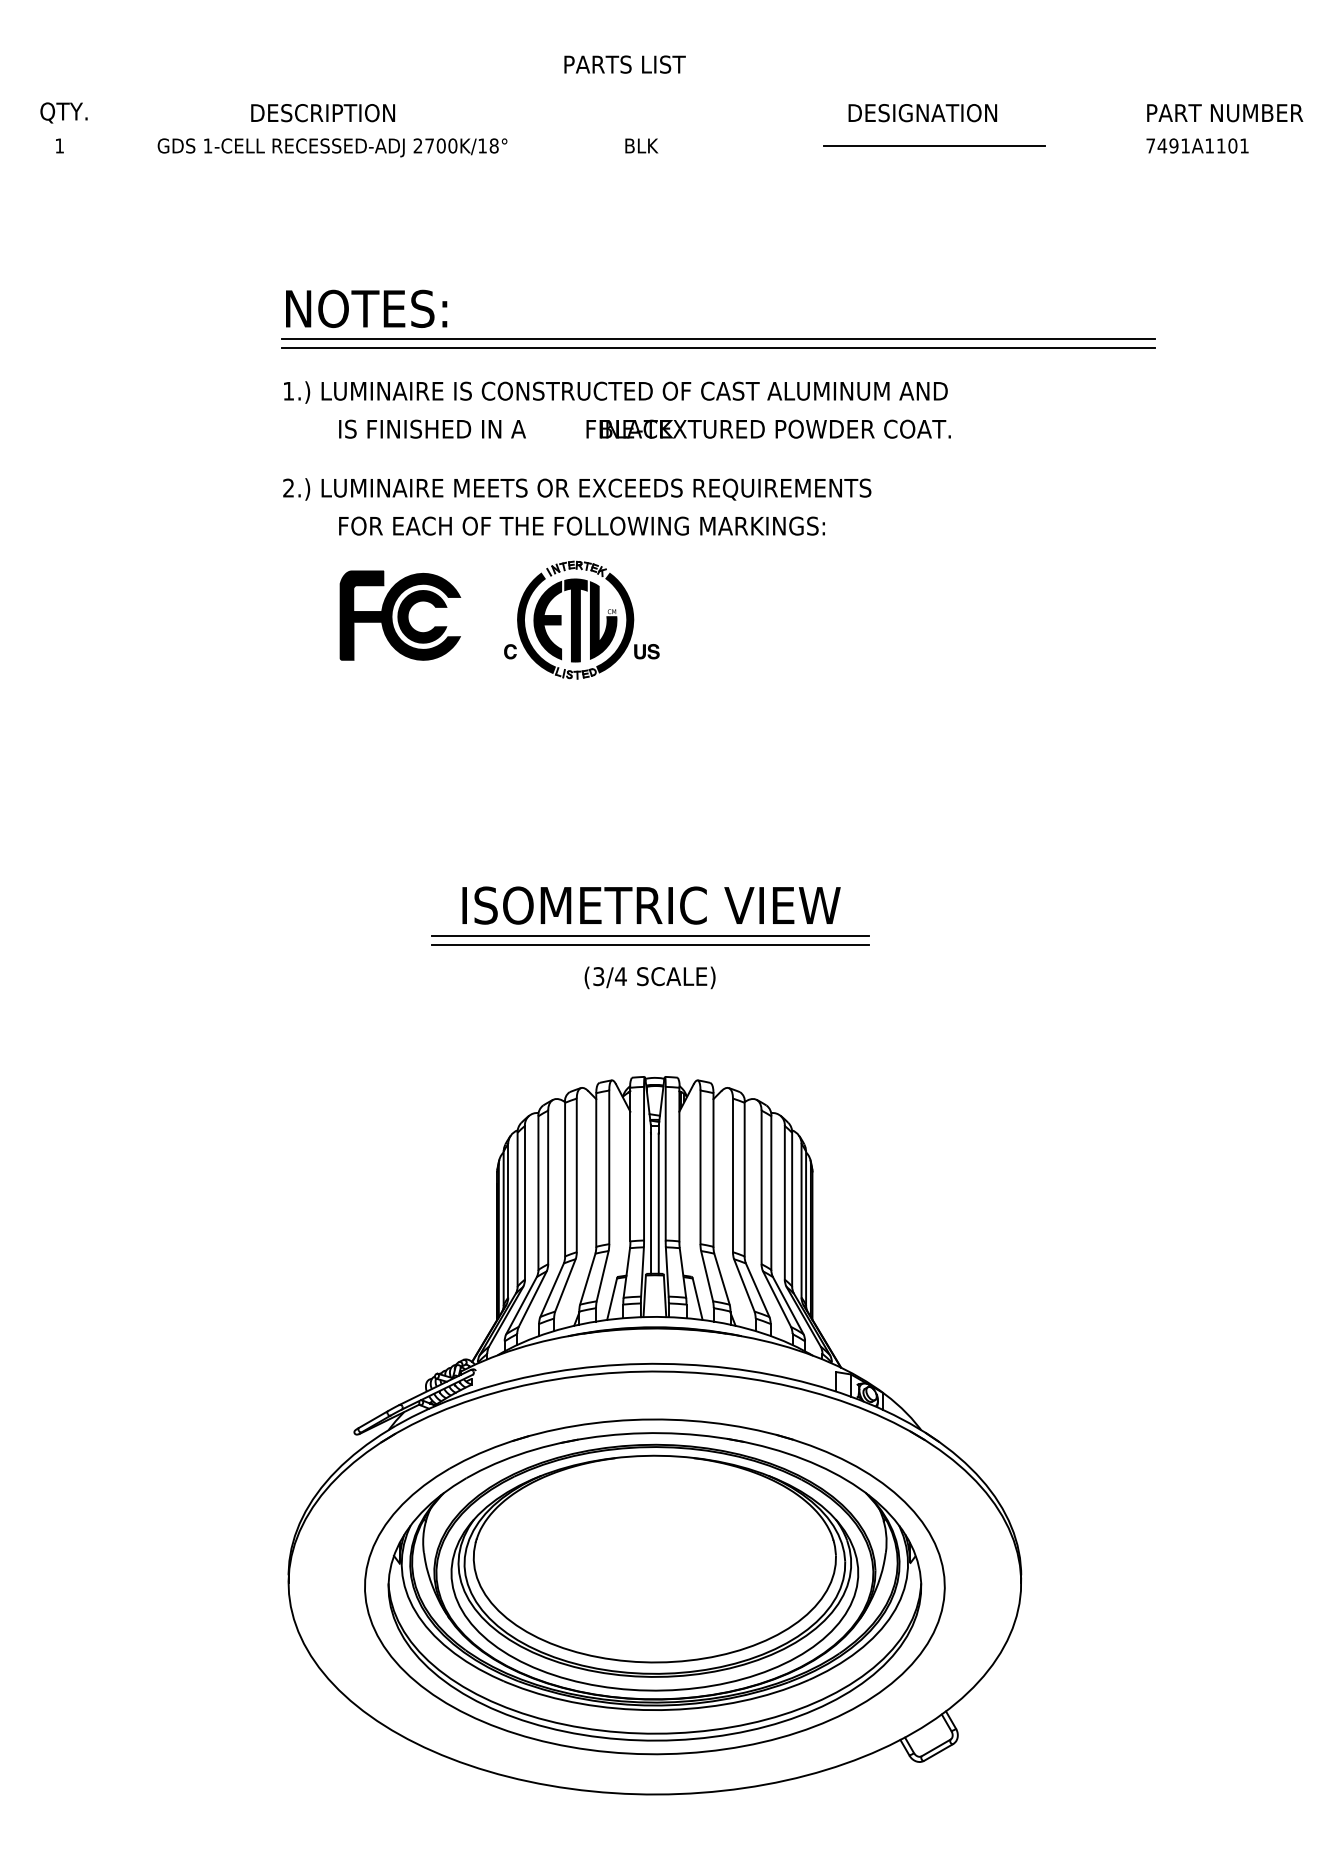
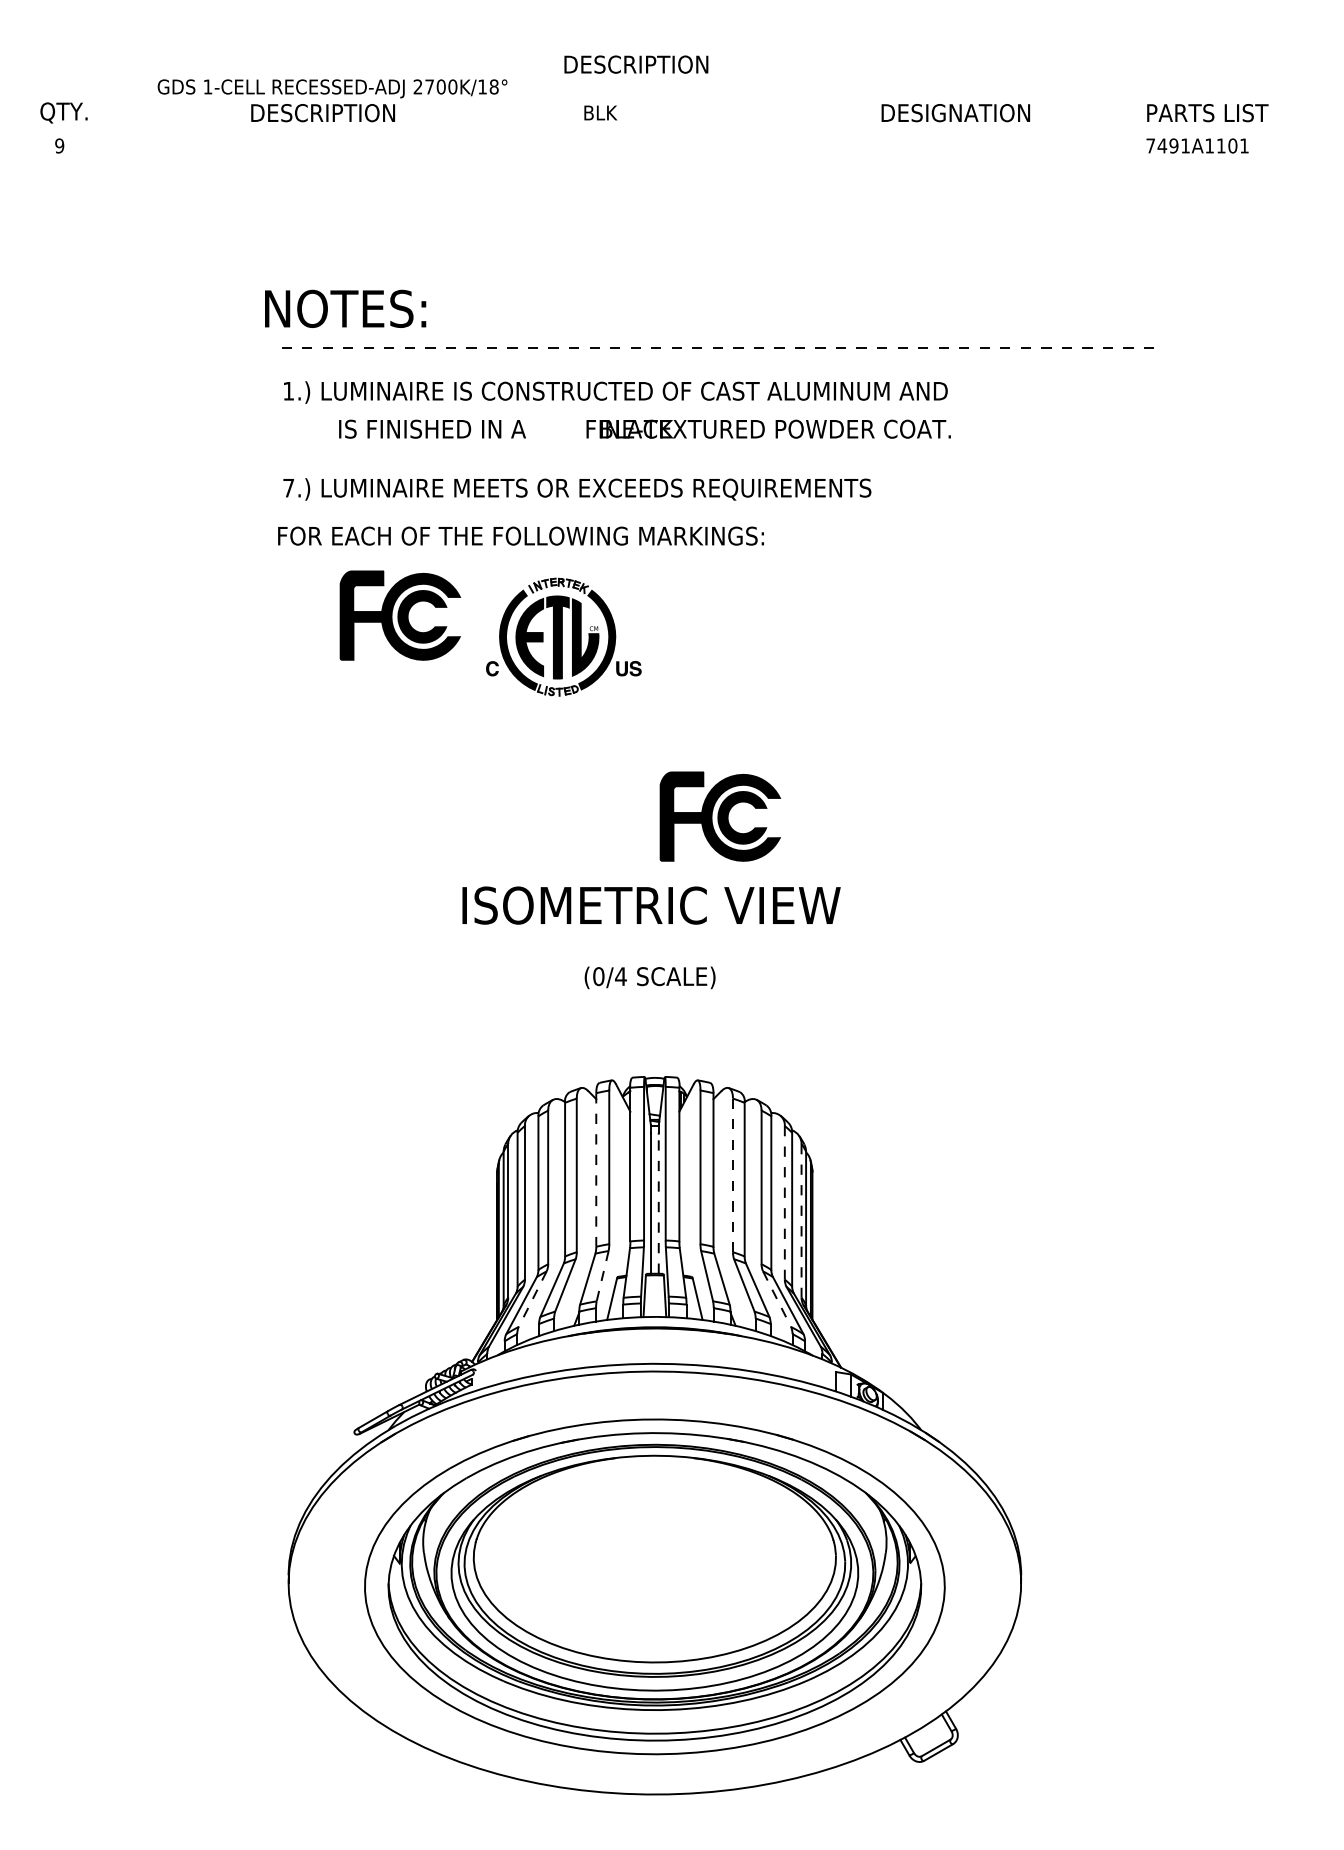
text at (637, 64): PARTS LIST -> DESCRIPTION
text at (922, 113) position: (922, 113) -> (955, 113)
text at (1253, 113): PART NUMBER -> PARTS LIST
text at (59, 145): 1 -> 9
text at (641, 145) position: (641, 145) -> (600, 112)
line at (933, 146): present -> none
text at (332, 147) position: (332, 147) -> (332, 88)
text at (366, 308) position: (366, 308) -> (345, 308)
line at (718, 339): present -> none
line at (718, 348): solid -> dashed
text at (288, 487): 2.) -> 7.)
text at (581, 525) position: (581, 525) -> (520, 535)
part at (581, 619) position: (581, 619) -> (563, 636)
part at (720, 816): none -> present
line at (649, 935): present -> none
line at (649, 944): present -> none
text at (598, 976): (3/4 -> (0/4
line at (596, 1169): solid -> dashed
line at (733, 1175): solid -> dashed
line at (784, 1202): solid -> dashed
line at (658, 1203): solid -> dashed
line at (801, 1220): solid -> dashed
line at (602, 1276): solid -> dashed
line at (532, 1299): solid -> dashed
line at (777, 1299): solid -> dashed
